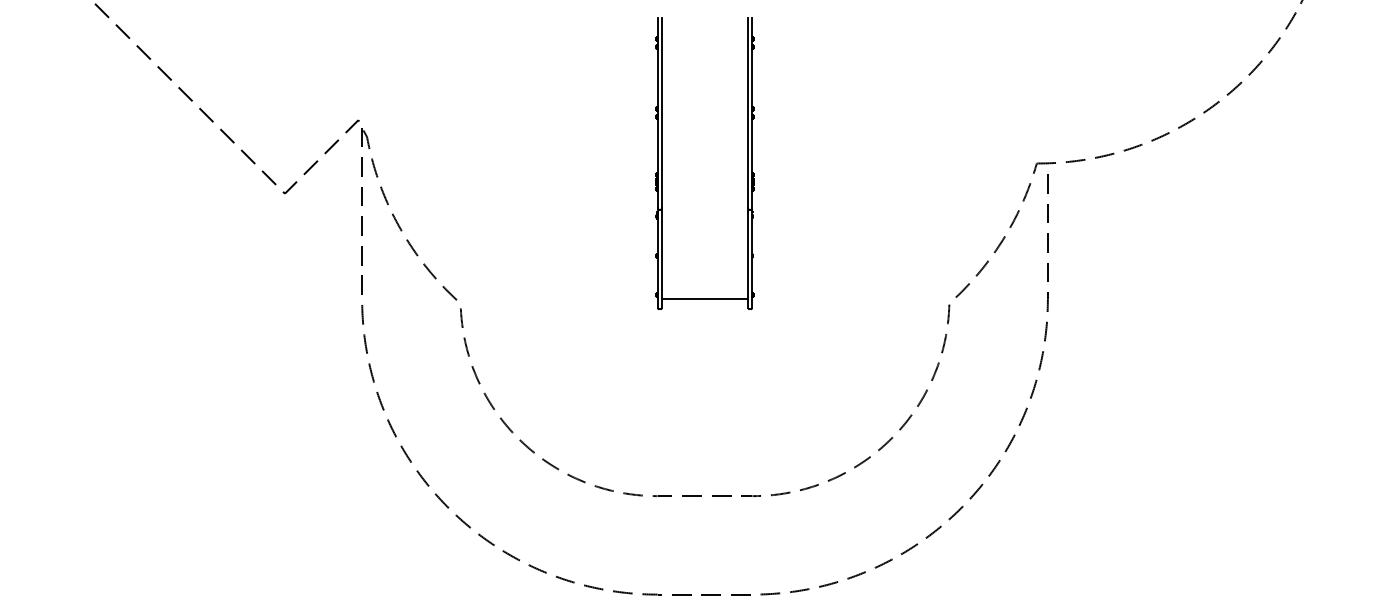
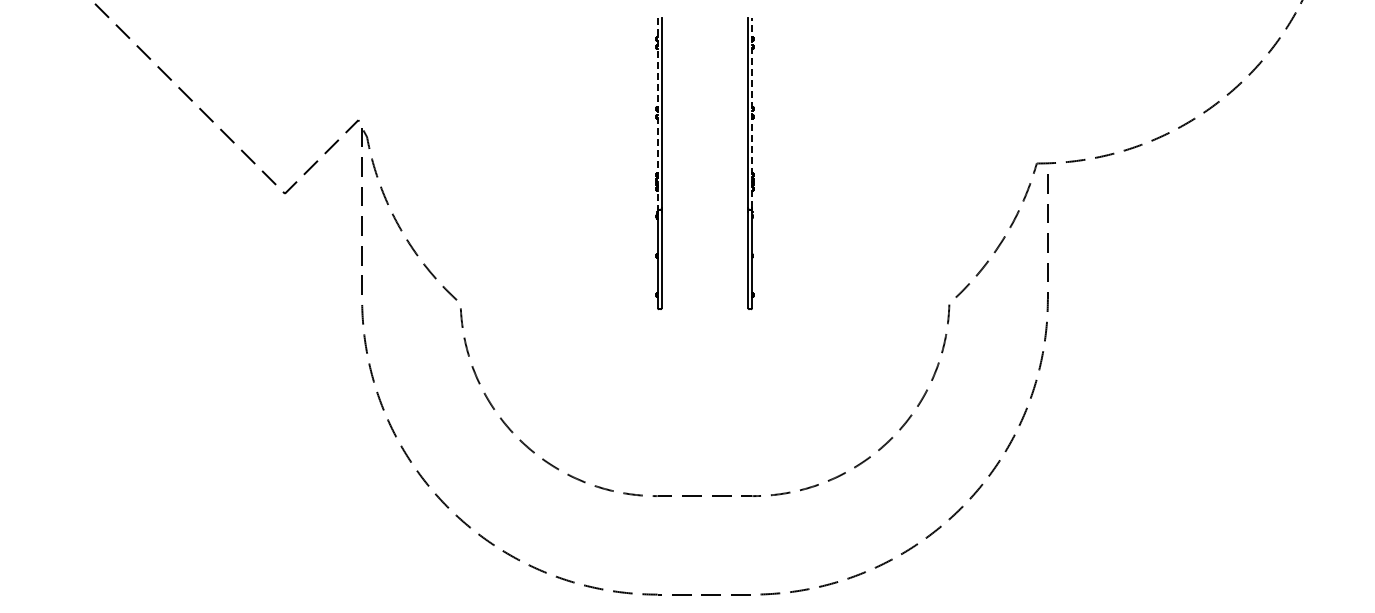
line at (657, 113): solid -> dashed
line at (752, 113): solid -> dashed
line at (704, 299): present -> none
